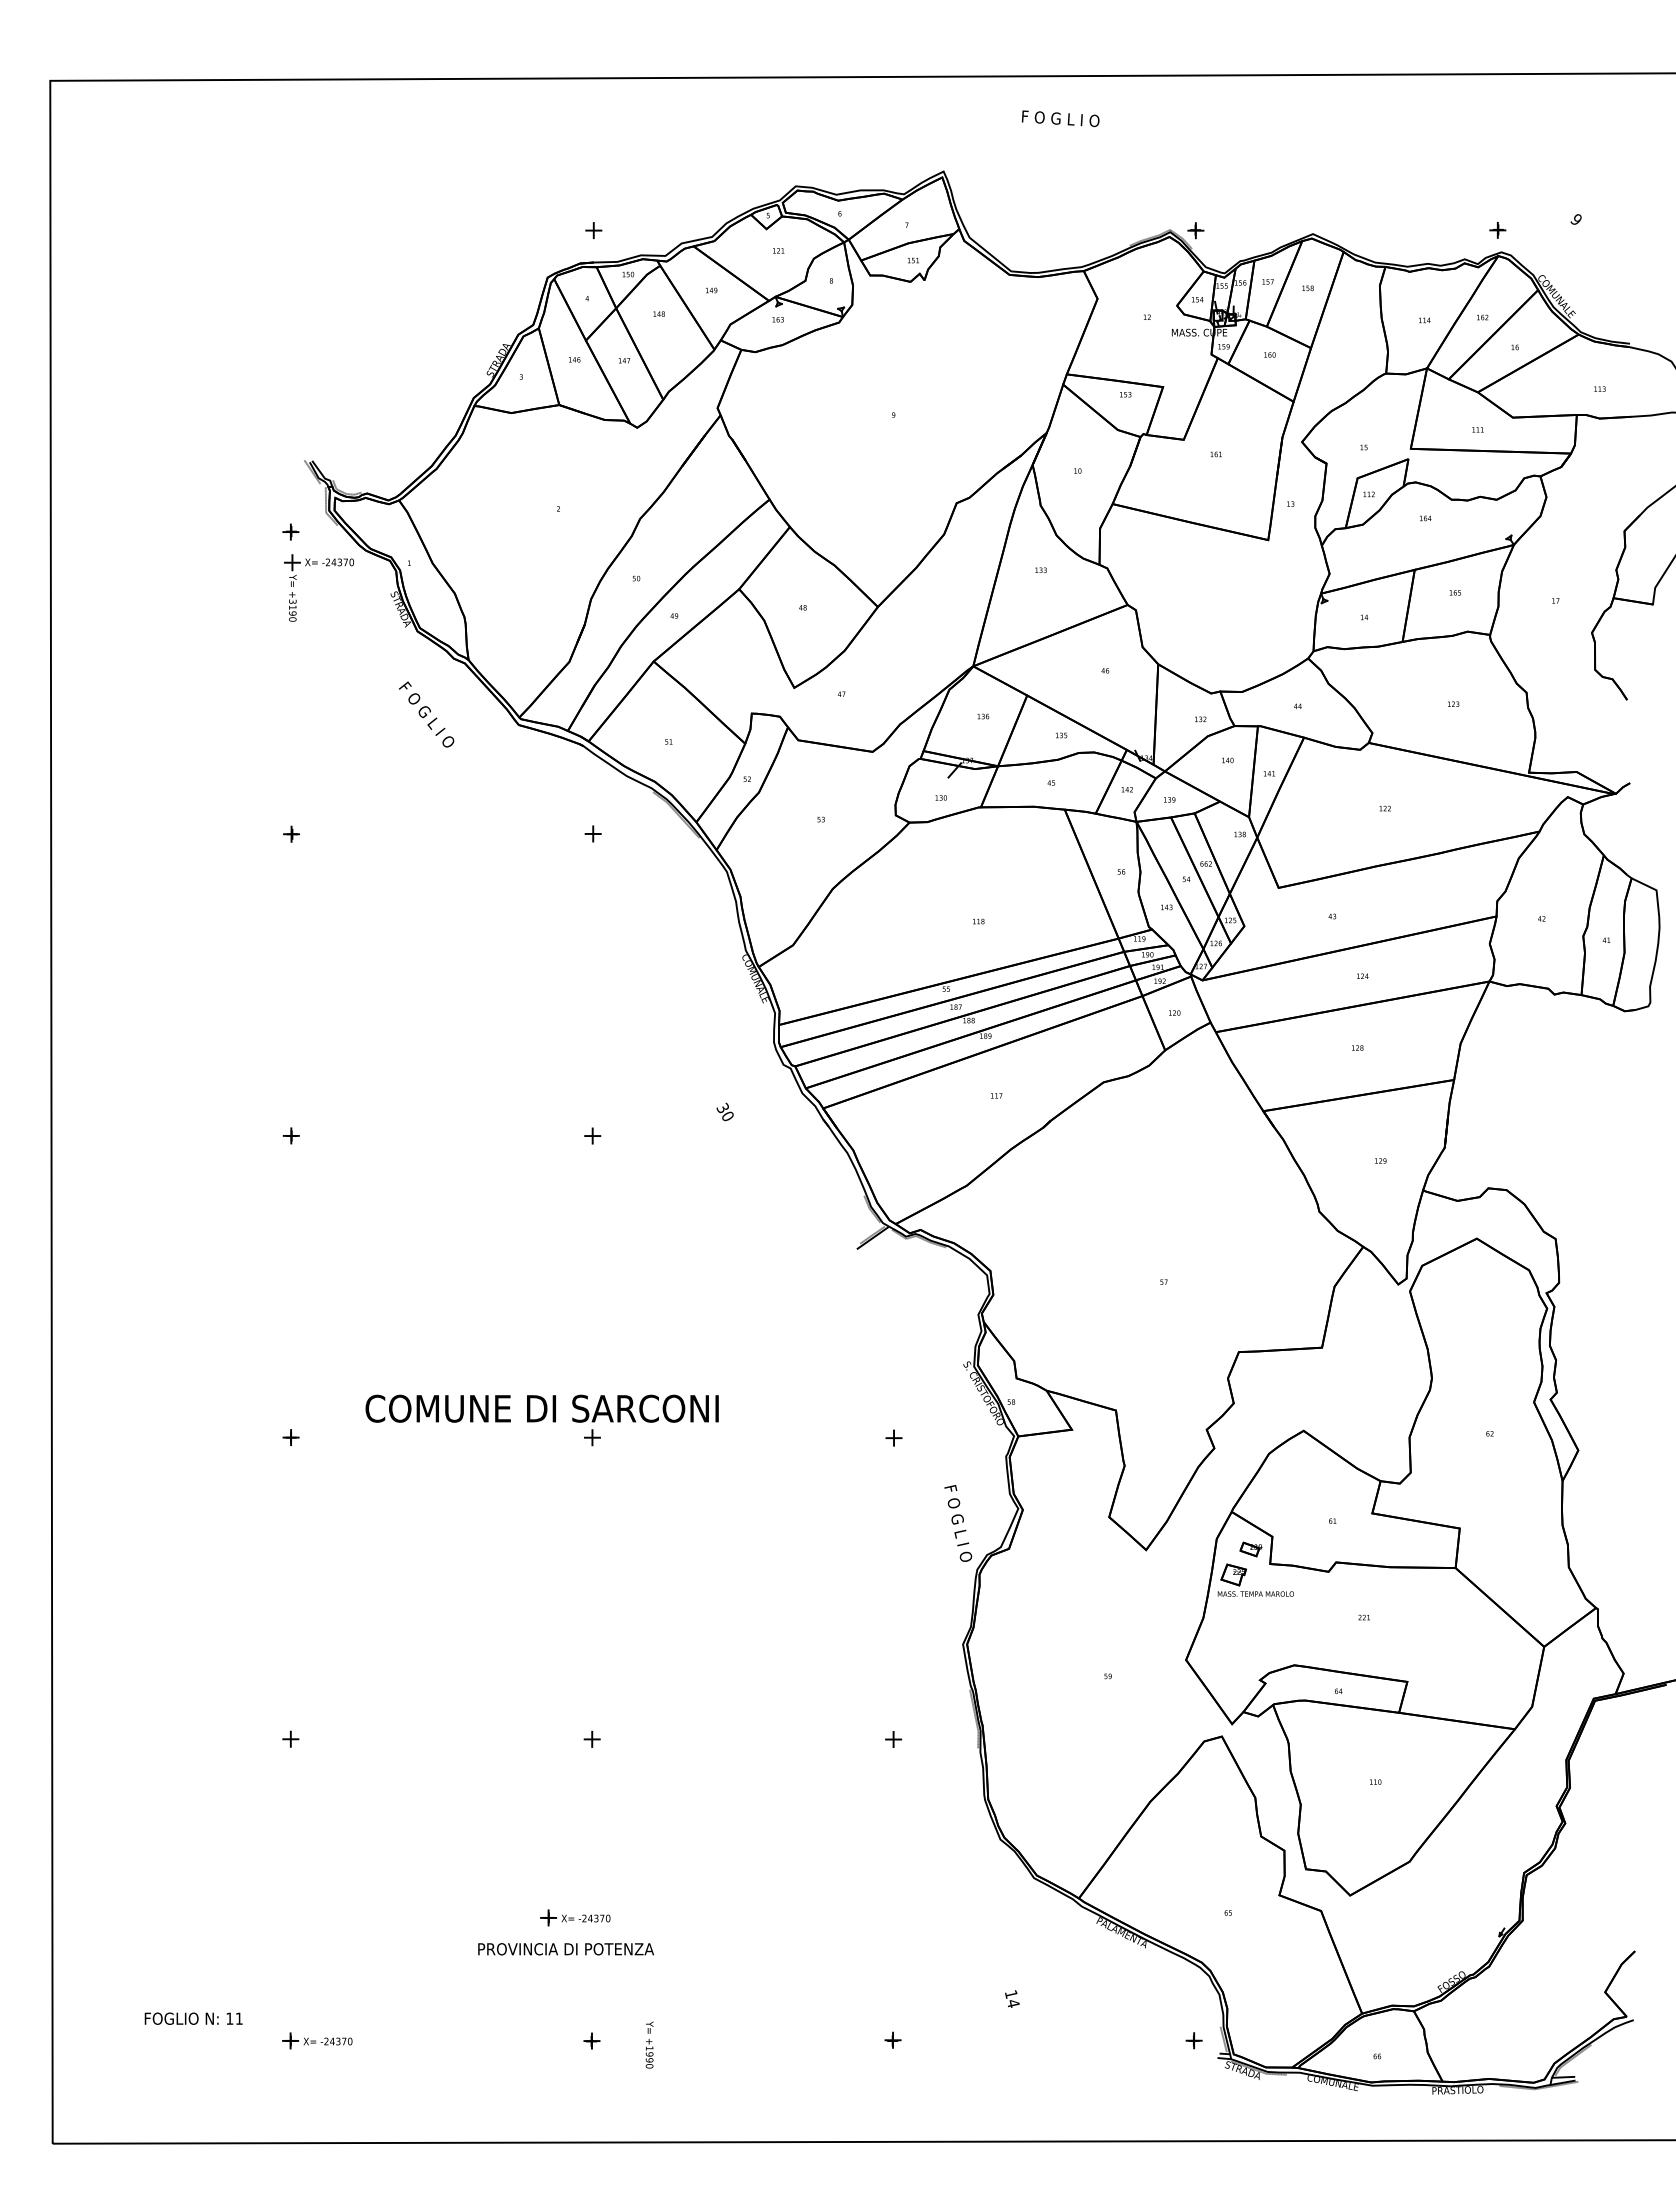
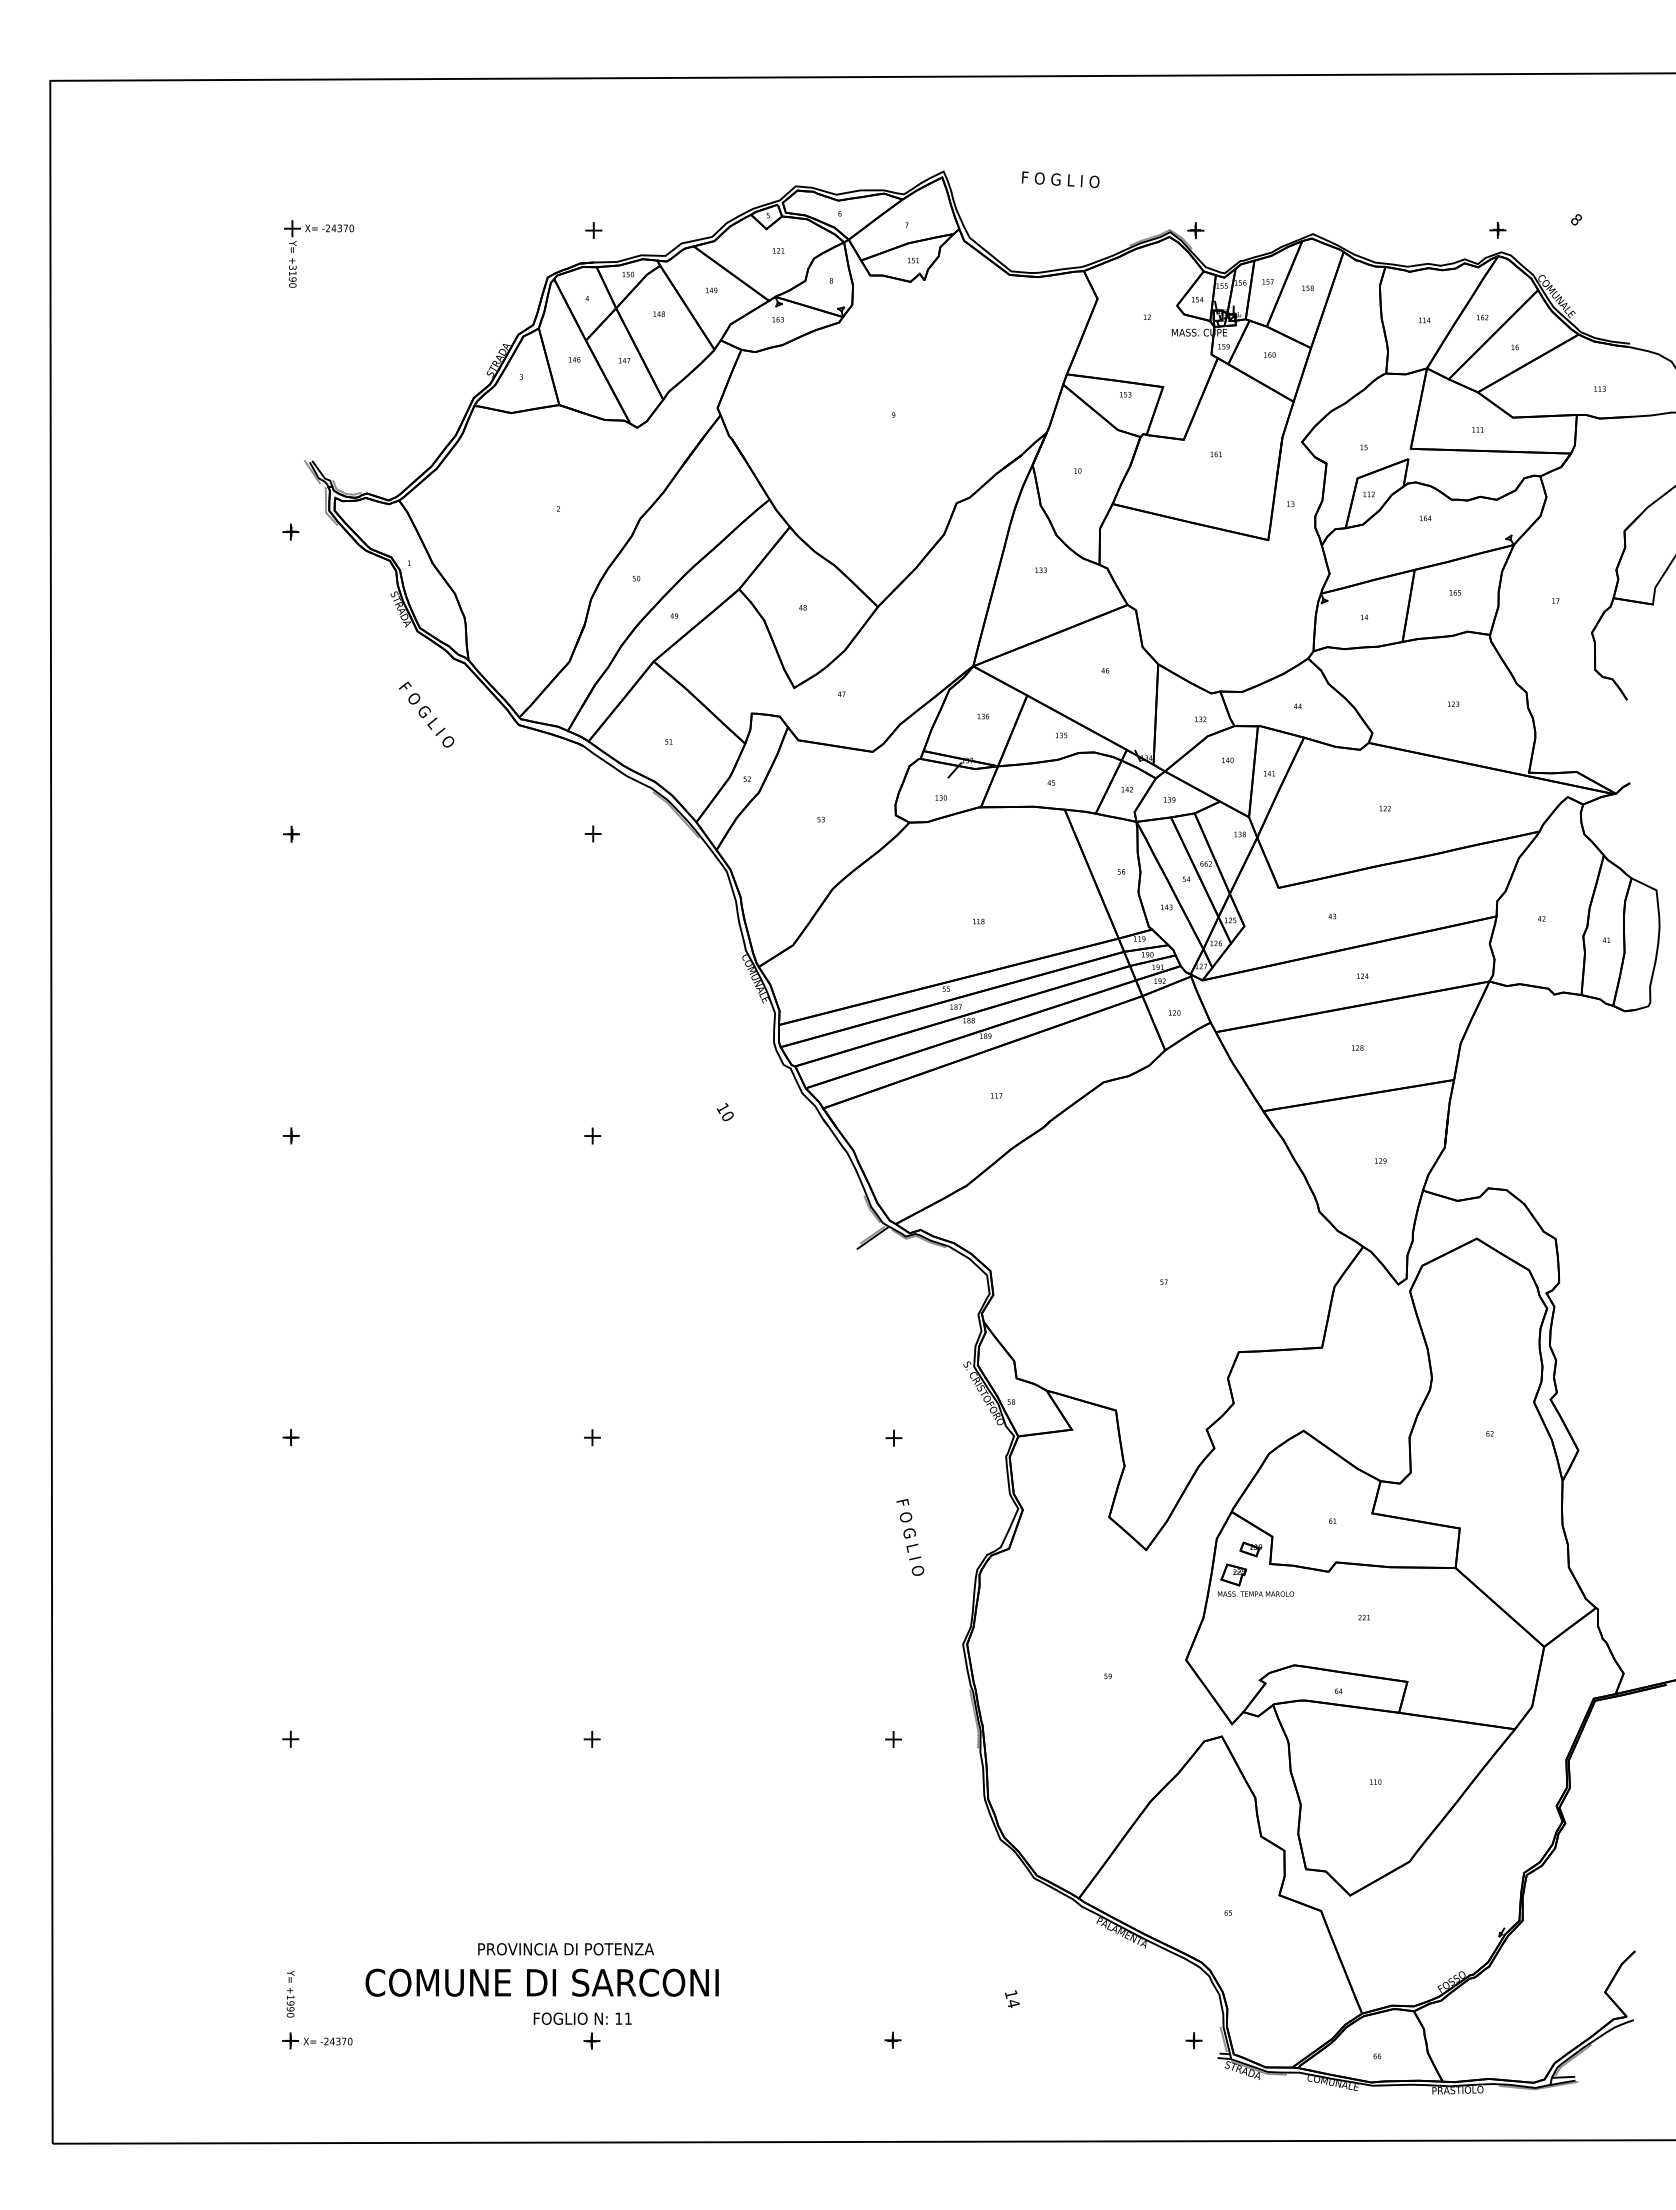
text at (1060, 118) position: (1060, 118) -> (1060, 179)
text at (1575, 219): 9 -> 8
part at (310, 566) position: (310, 566) -> (310, 232)
text at (722, 1107): 30 -> 10
text at (541, 1408) position: (541, 1408) -> (541, 1982)
text at (958, 1523) position: (958, 1523) -> (910, 1537)
part at (575, 1917): present -> none
text at (193, 2018) position: (193, 2018) -> (582, 2018)
text at (649, 2044) position: (649, 2044) -> (290, 1993)
